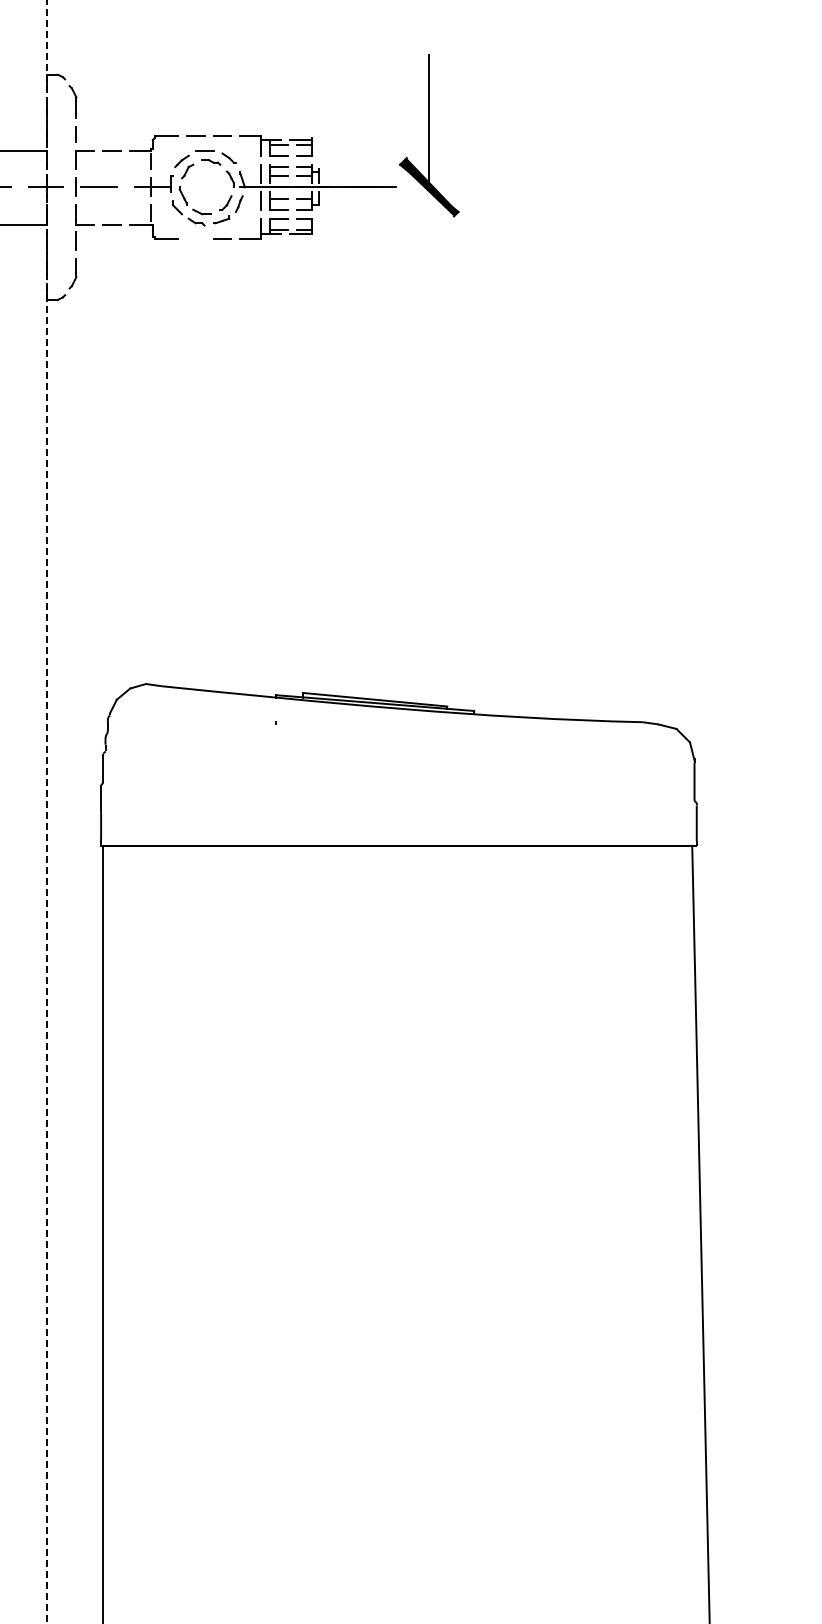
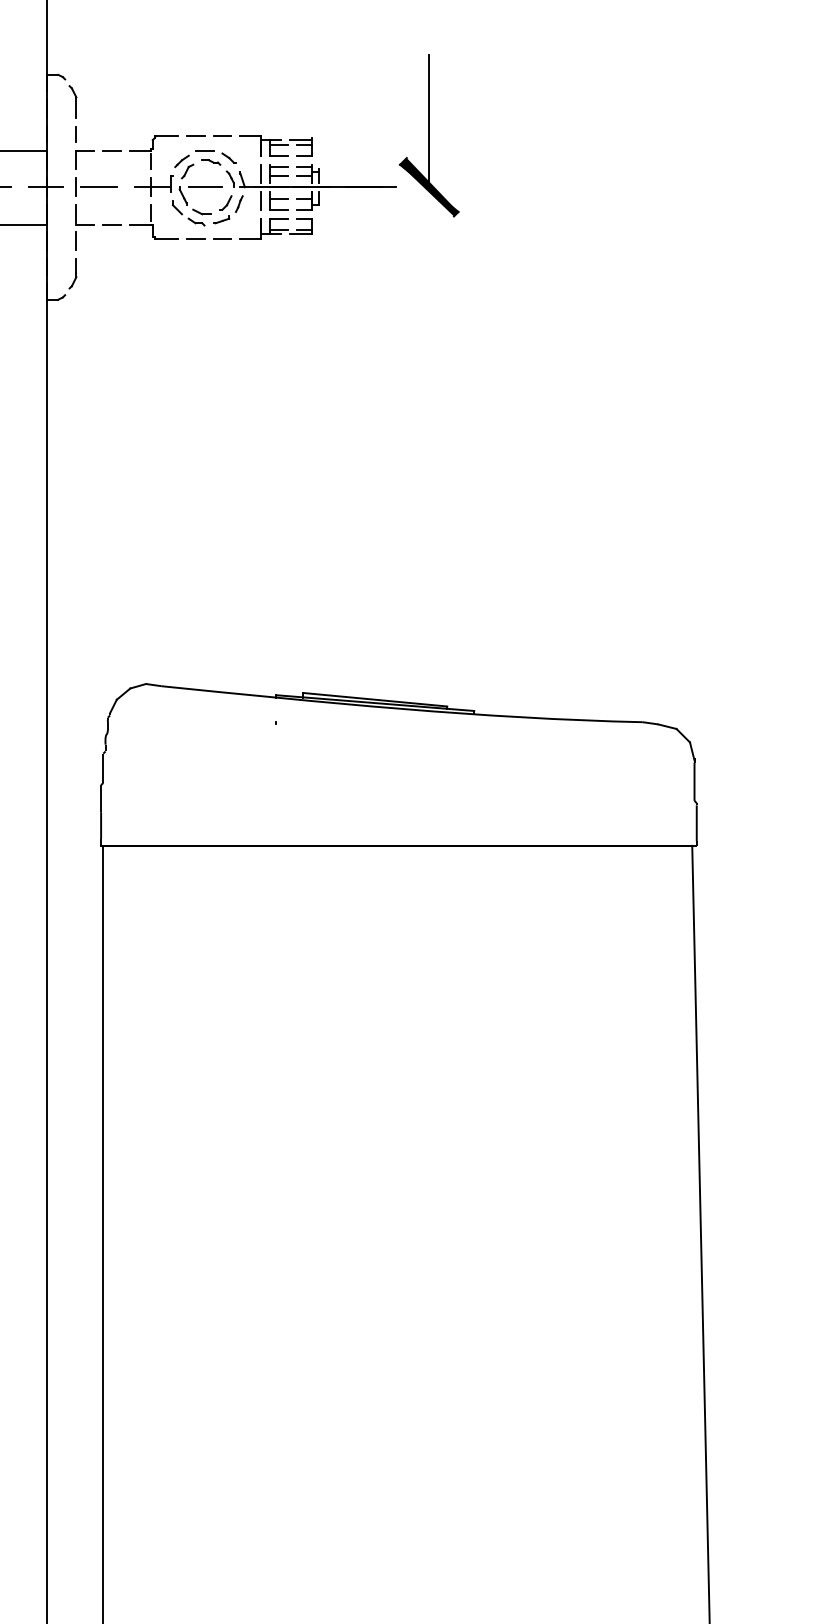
line at (205, 187): none -> present
line at (195, 238): none -> present
line at (47, 812): dashed -> solid
